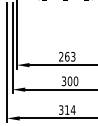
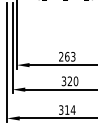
text at (69, 81): 300 -> 320
